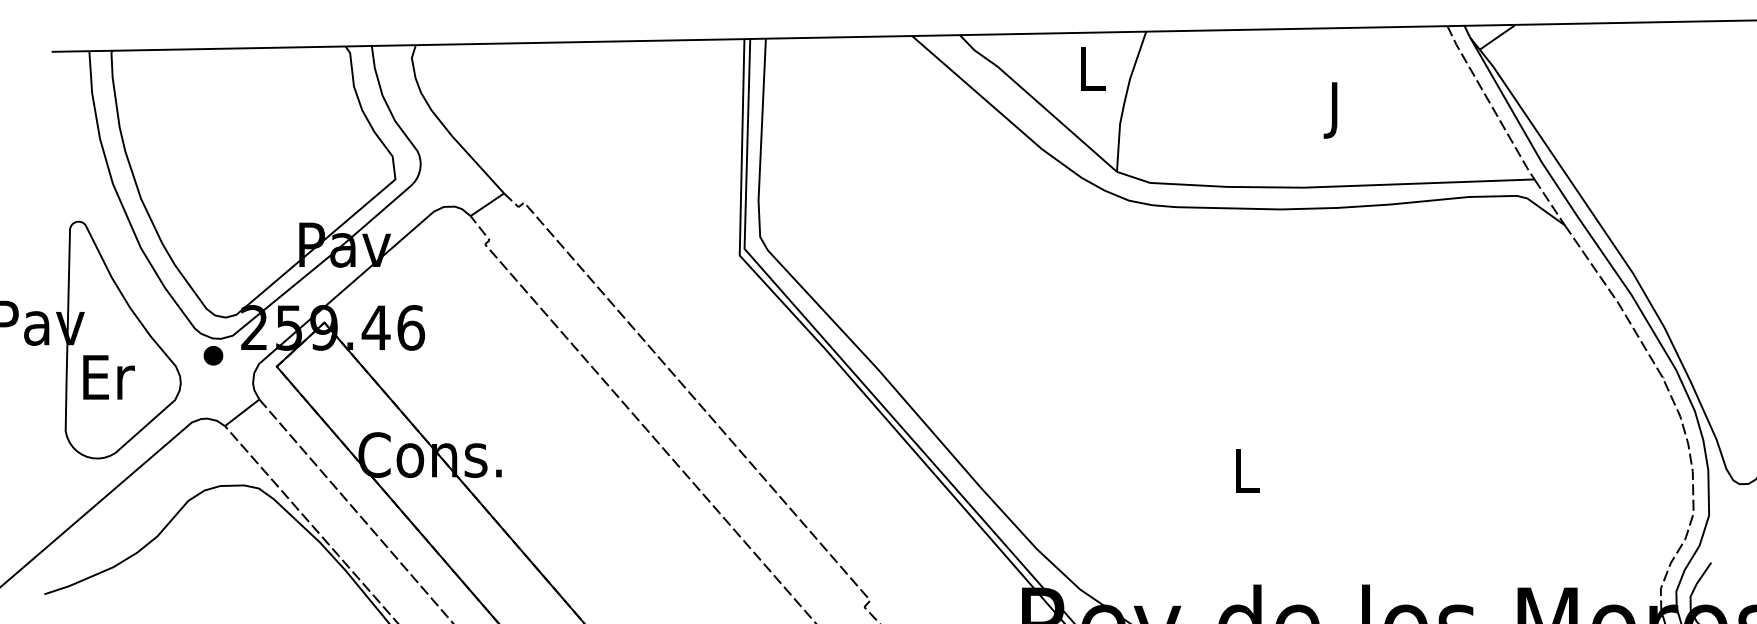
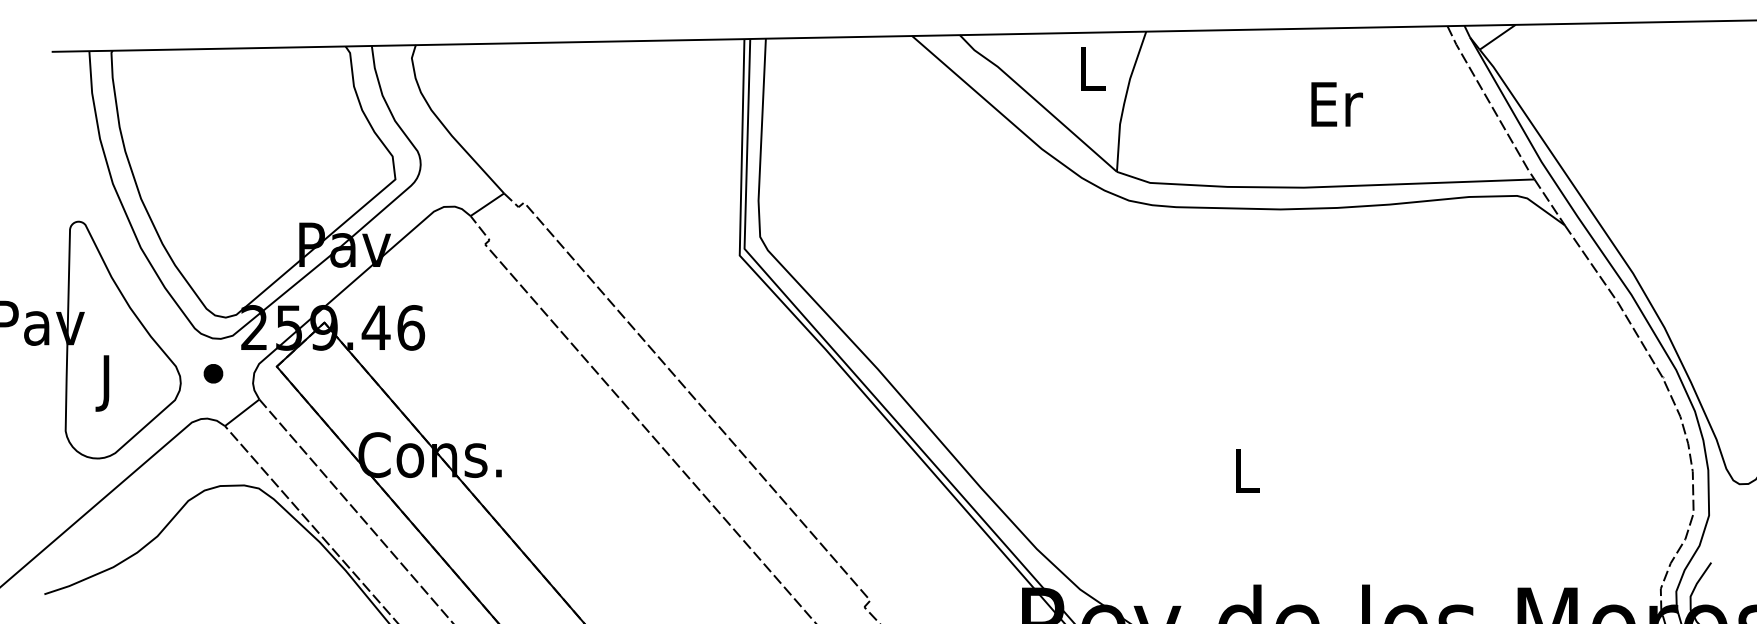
text at (1337, 110): J -> Er
part at (213, 355) position: (213, 355) -> (213, 373)
text at (108, 383): Er -> J
